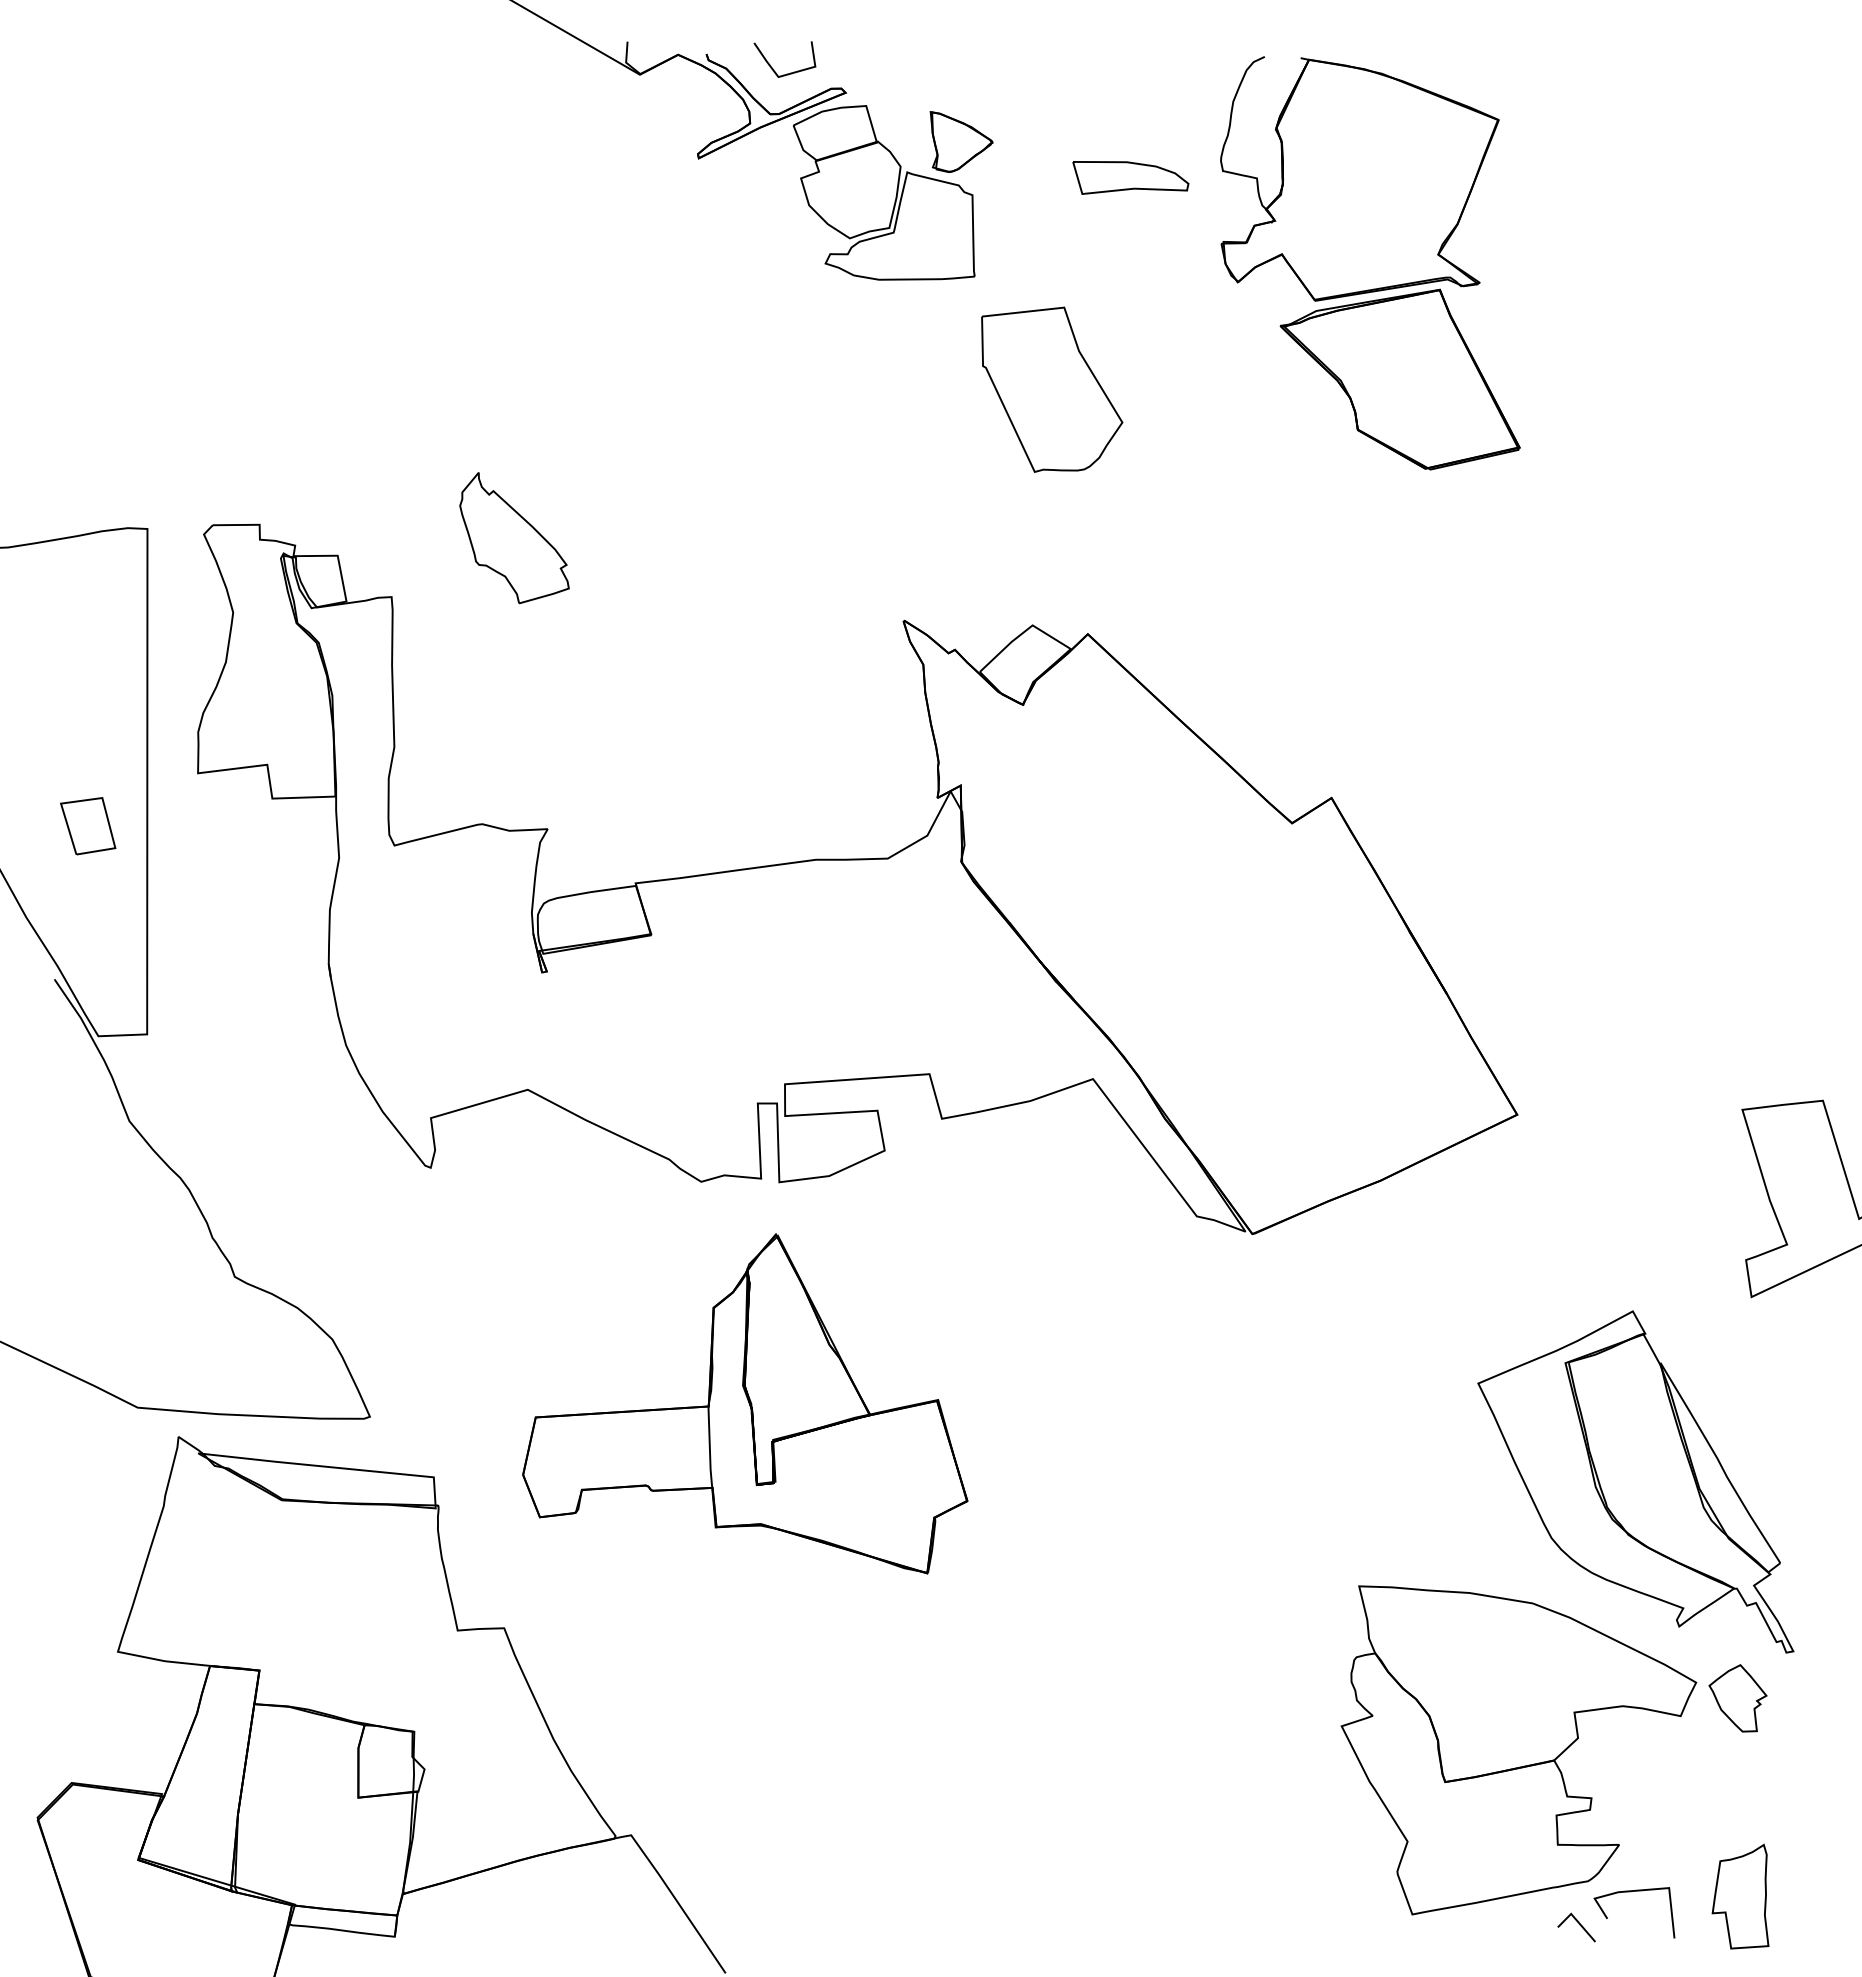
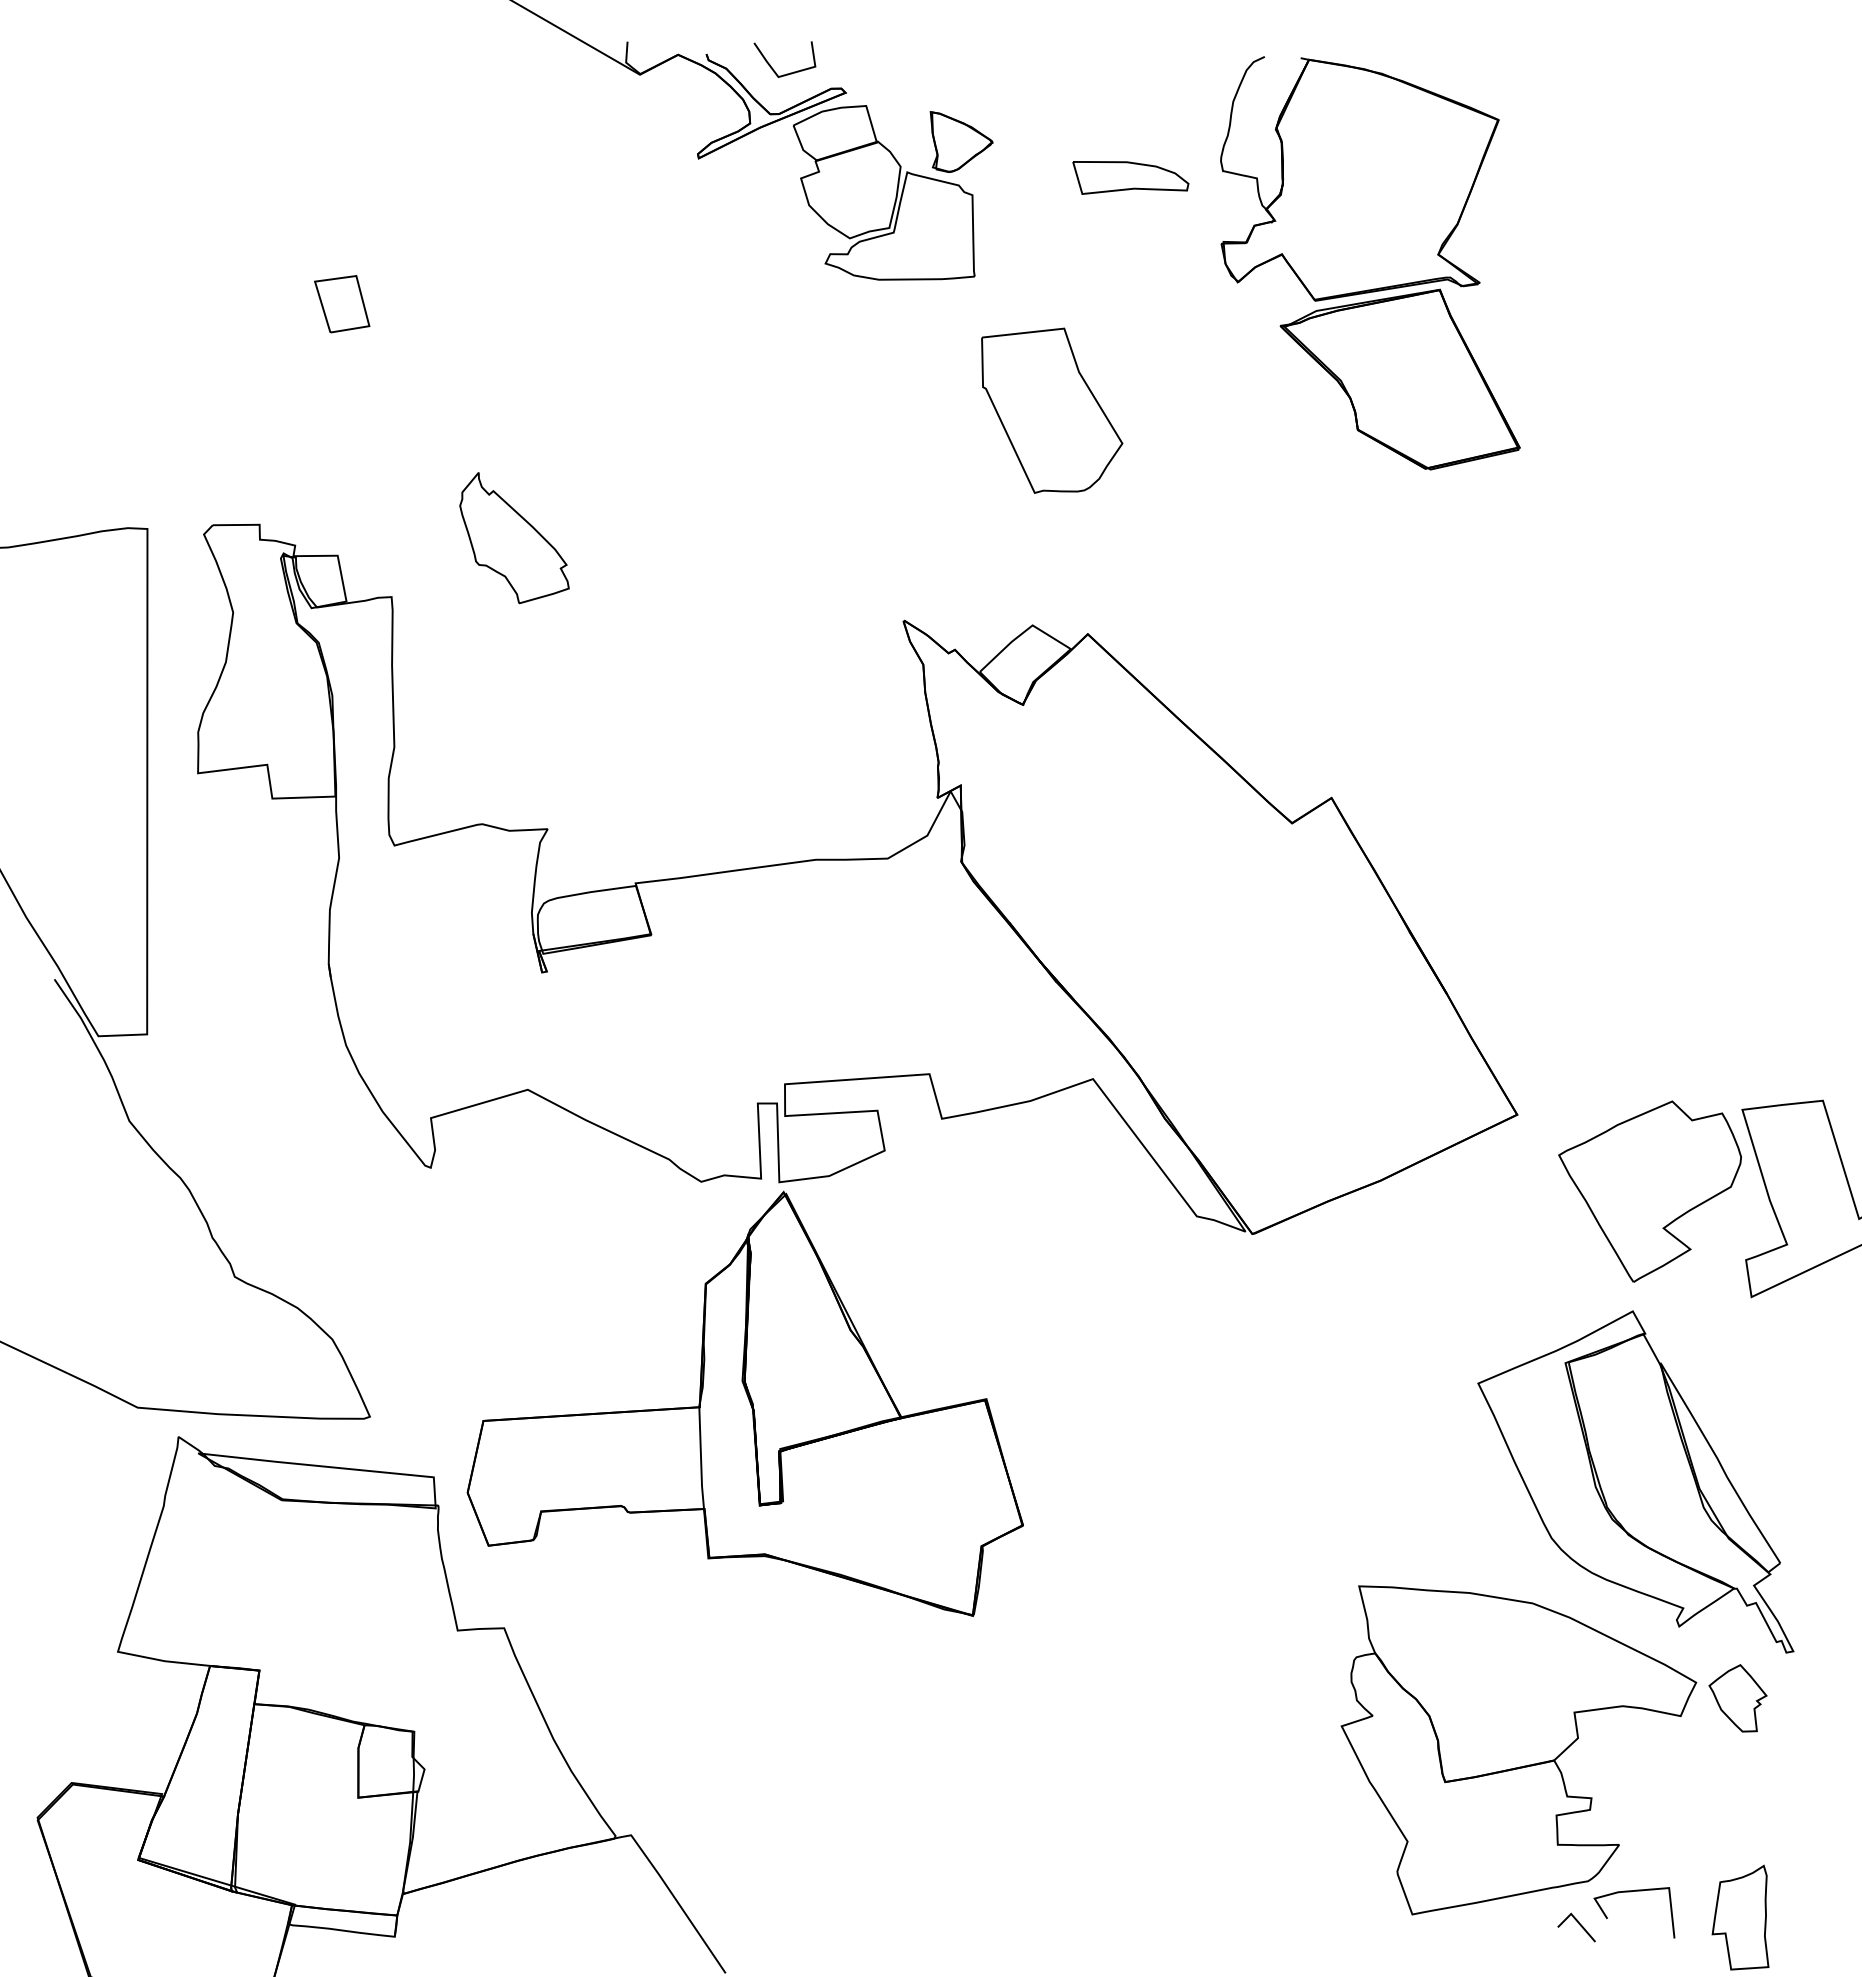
part at (1052, 389) position: (1052, 389) -> (1052, 410)
part at (88, 826) position: (88, 826) -> (342, 304)
part at (1649, 1191): none -> present
part at (745, 1403) size: 447x342 px -> 558x427 px
part at (1740, 1896) position: (1740, 1896) -> (1740, 1917)
